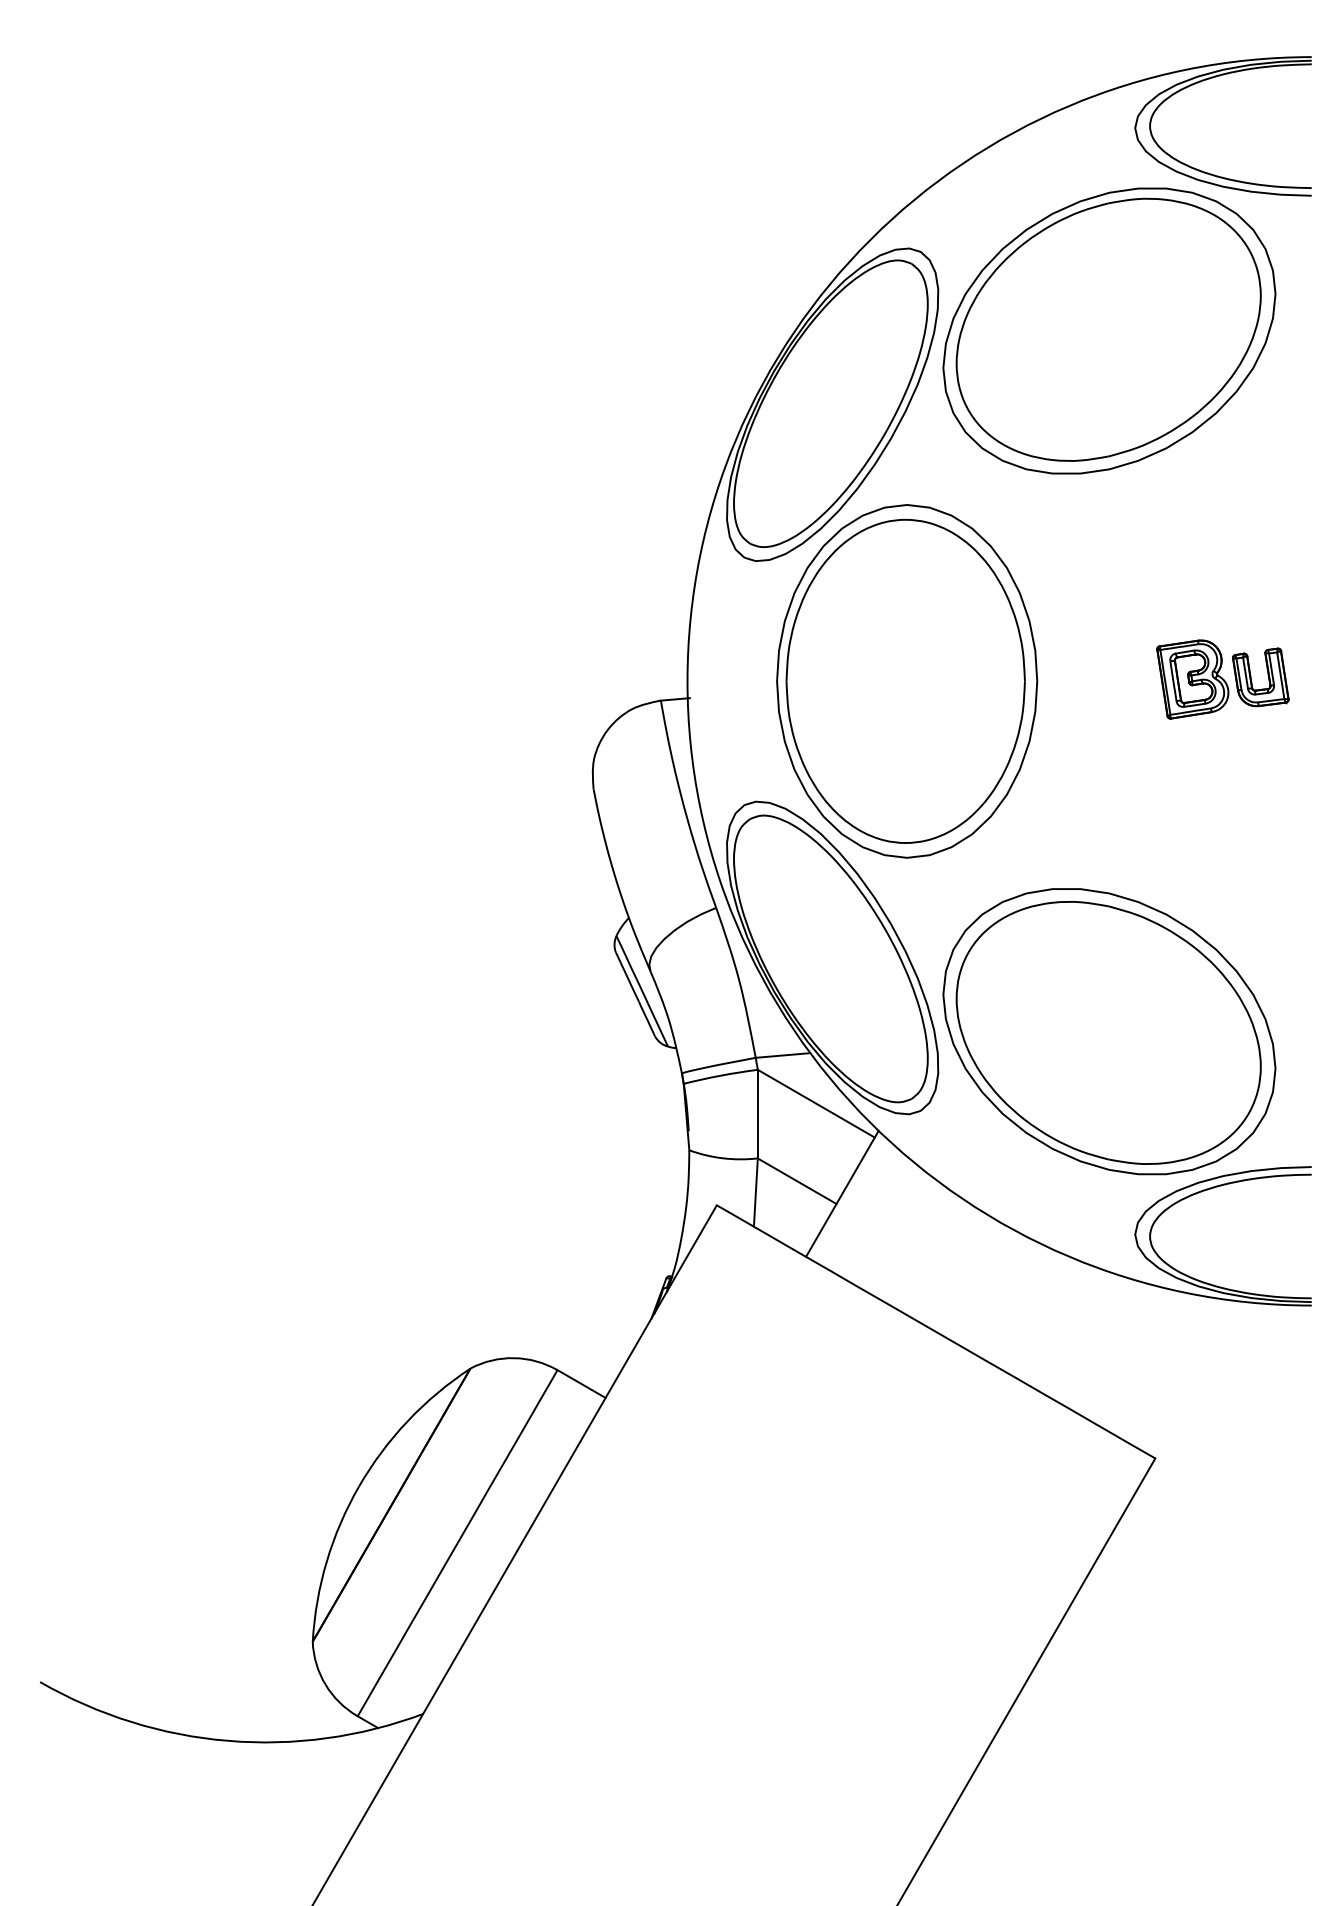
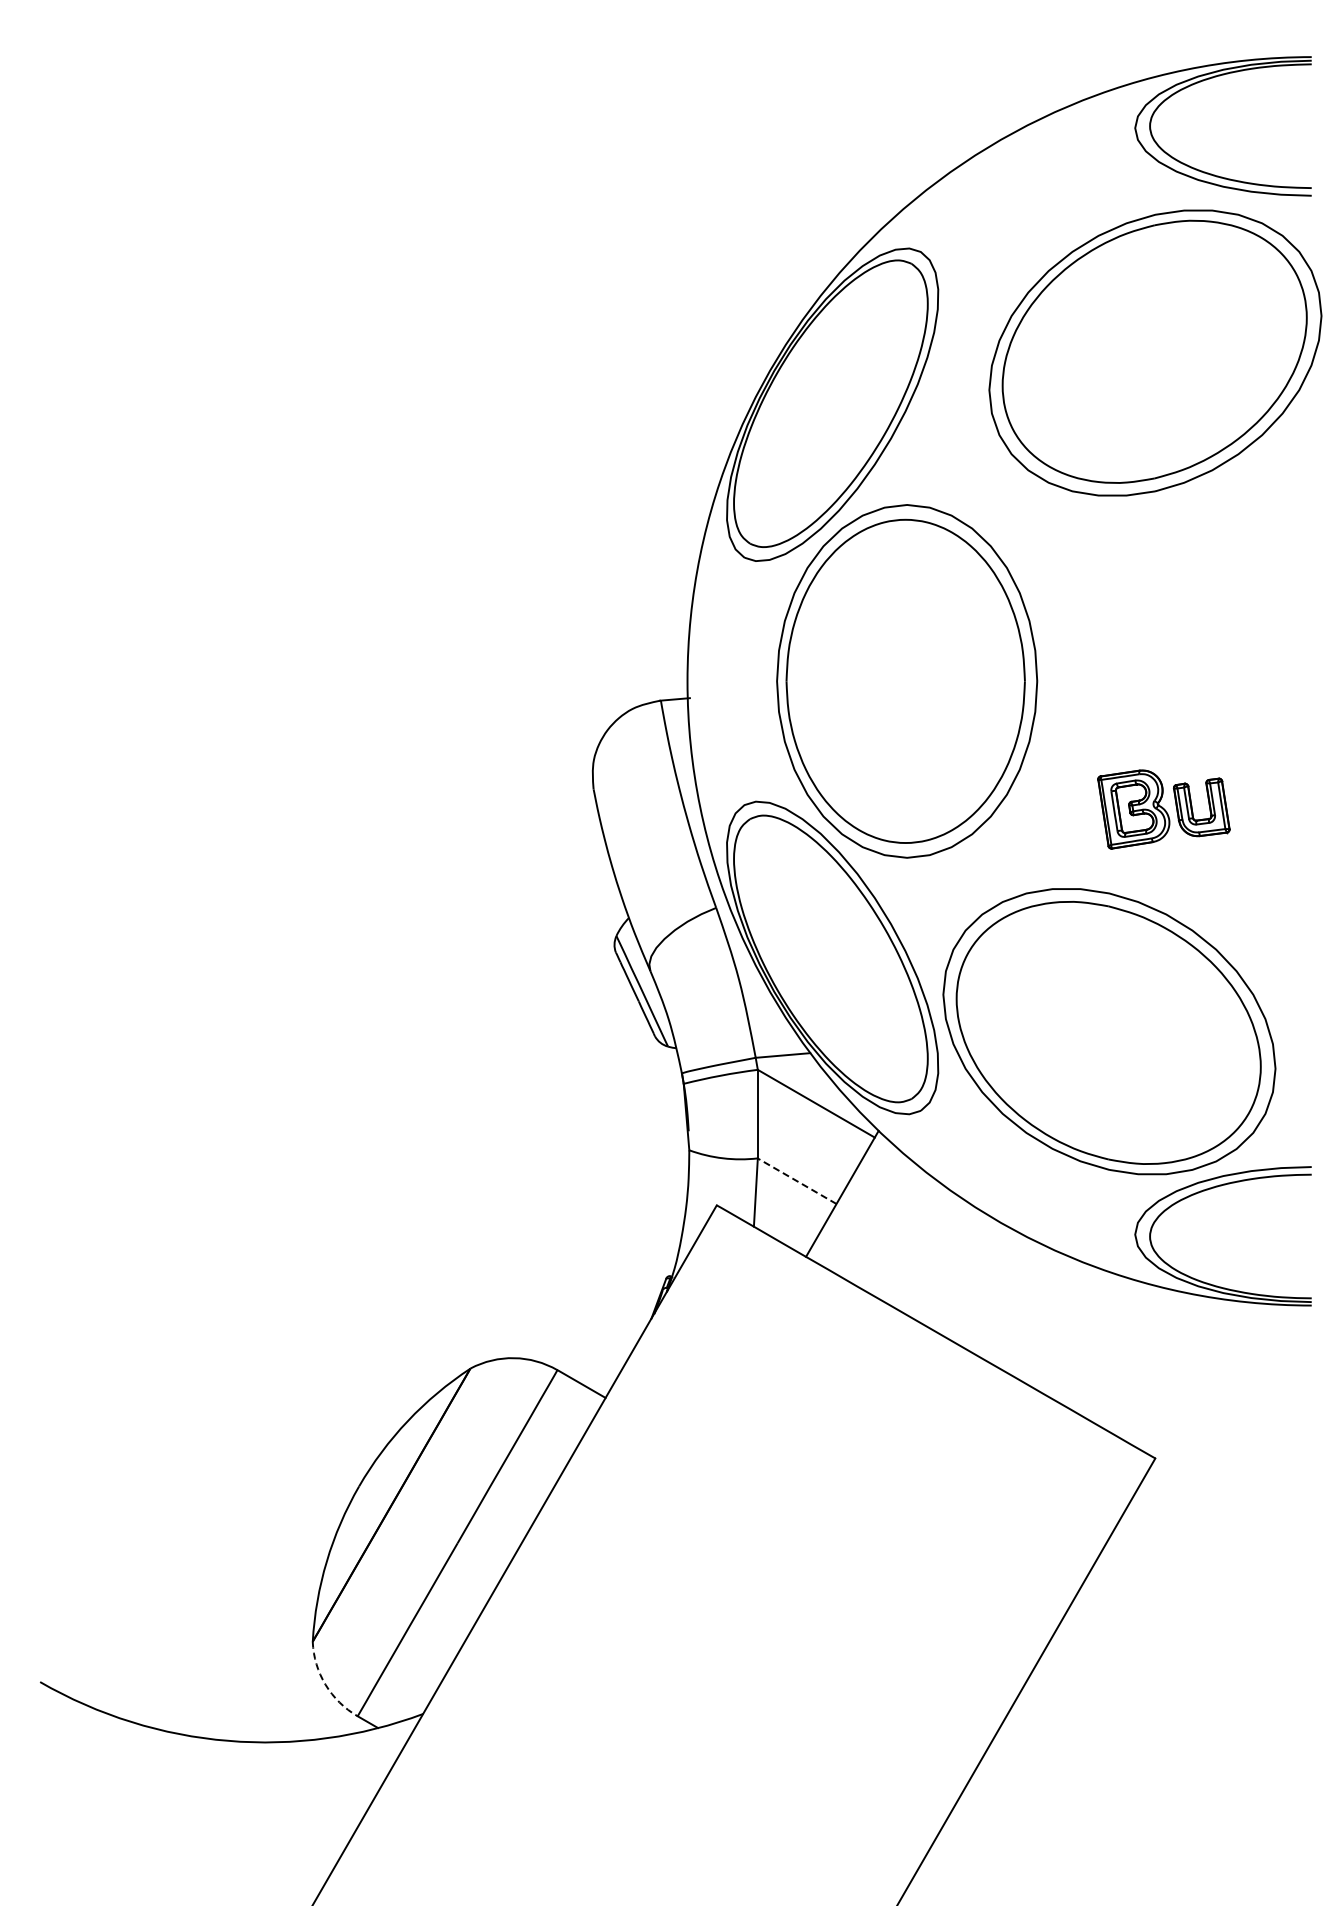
part at (1109, 330) position: (1109, 330) -> (1155, 352)
part at (1222, 679) position: (1222, 679) -> (1163, 809)
line at (796, 1180): solid -> dashed
arc at (325, 1684): solid -> dashed
